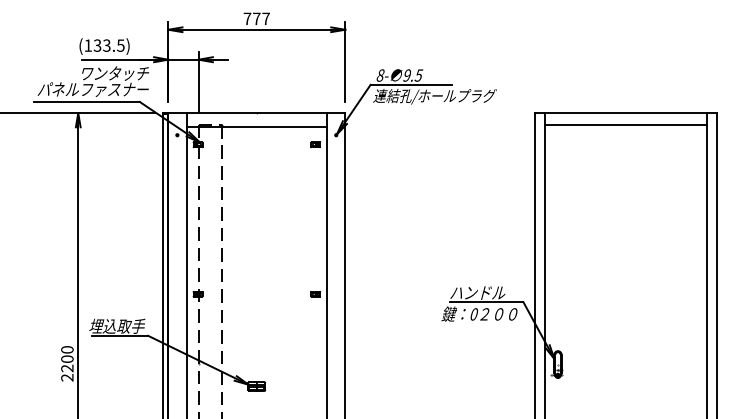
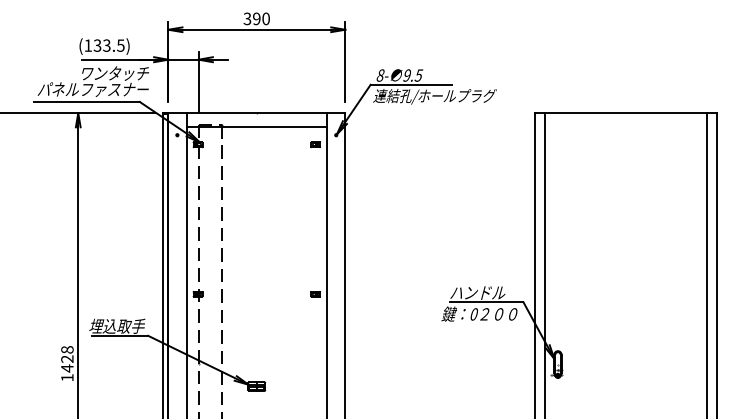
text at (256, 18): 777 -> 390
line at (625, 124): present -> none
text at (67, 363): 2200 -> 1428
